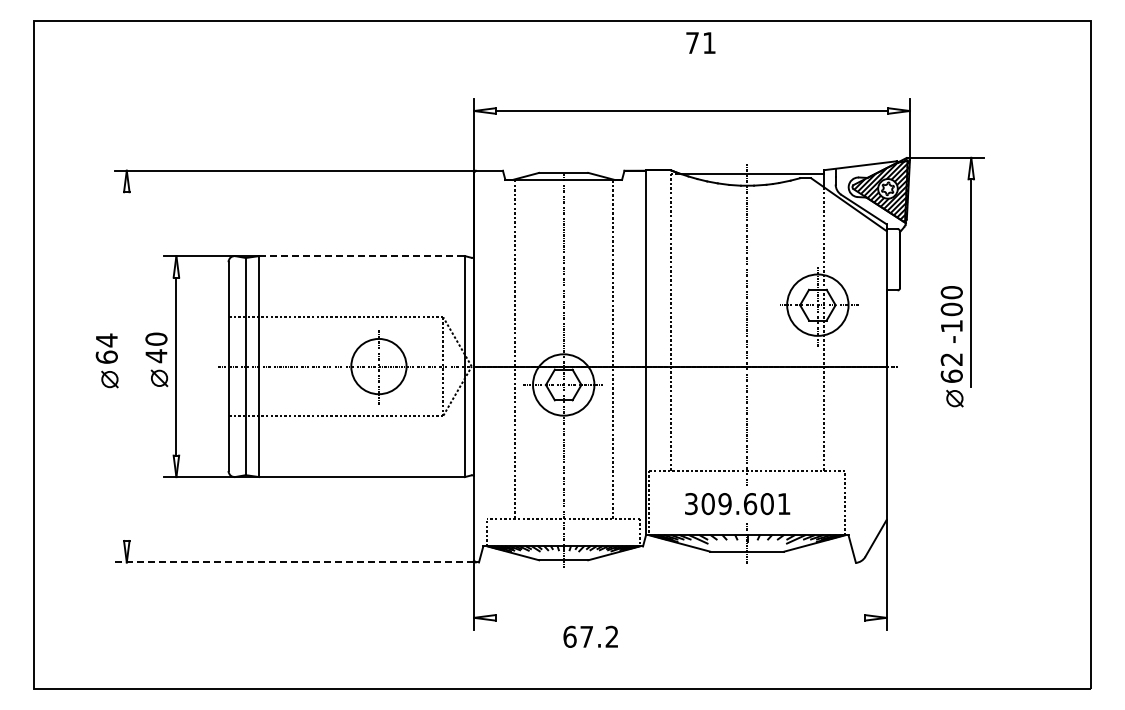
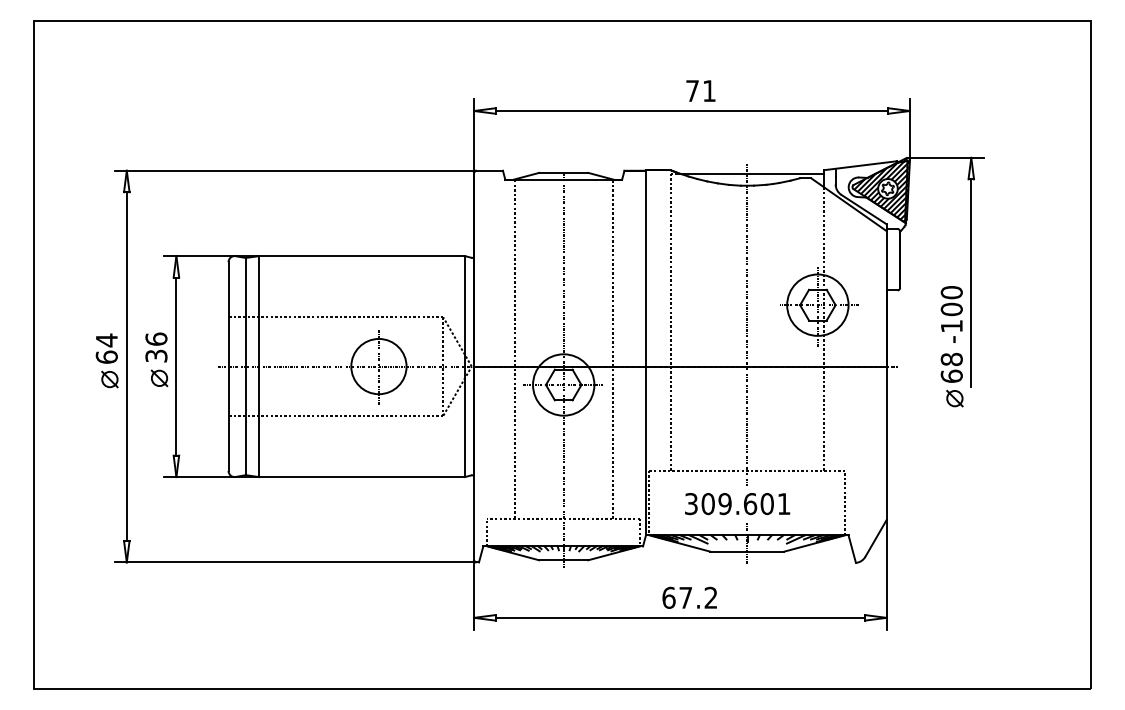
text at (700, 42) position: (700, 42) -> (700, 90)
line at (362, 256): dashed -> solid
text at (156, 347): 40 -> 36
text at (951, 359): 62 -> 68
line at (126, 366): none -> present
line at (295, 562): dashed -> solid
line at (680, 617): none -> present
text at (590, 636) position: (590, 636) -> (689, 597)
